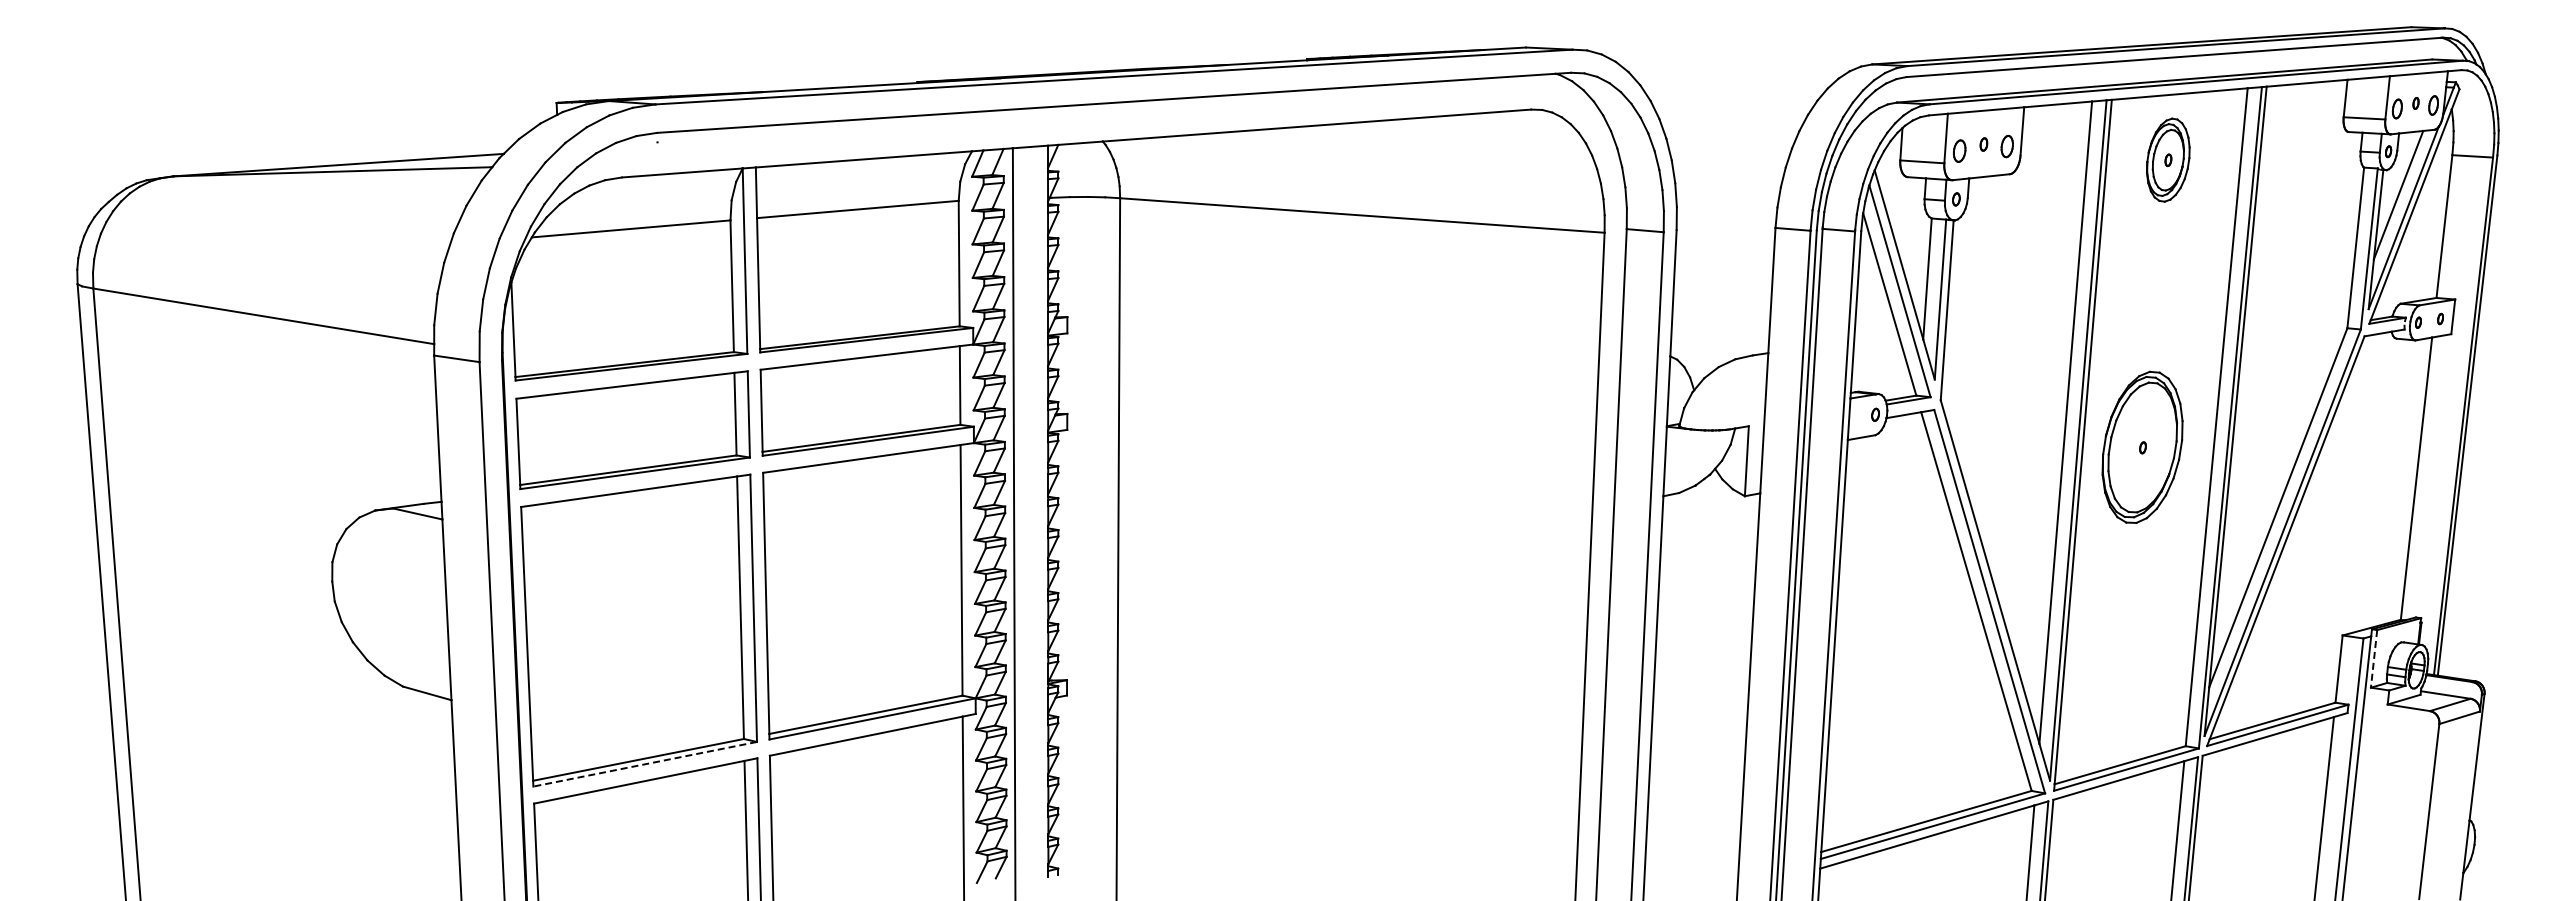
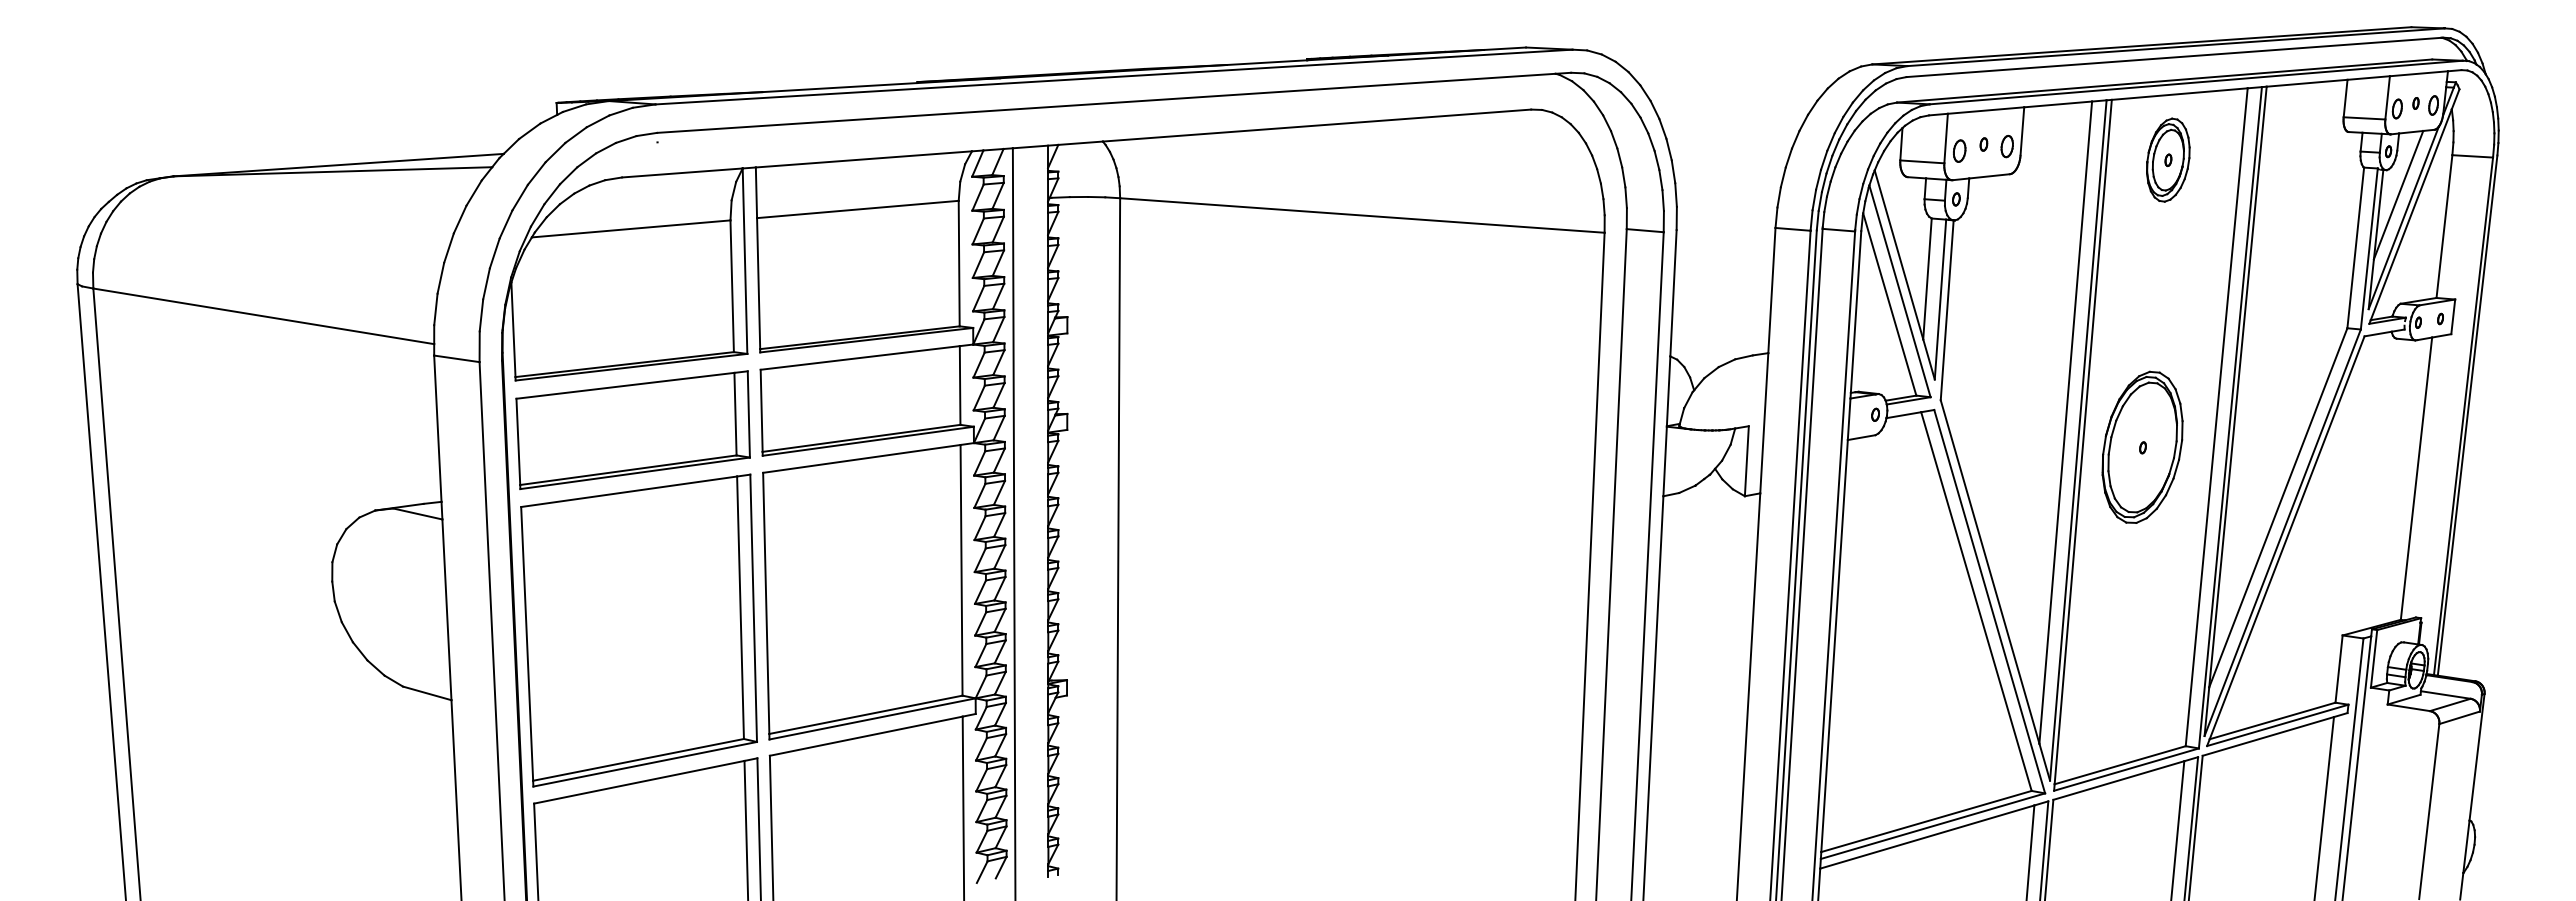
line at (2374, 658): dashed -> solid
line at (644, 764): dashed -> solid
